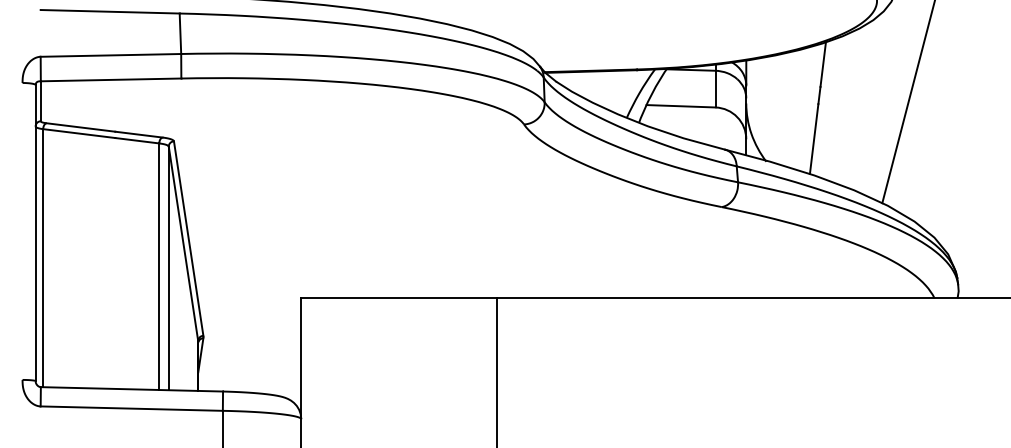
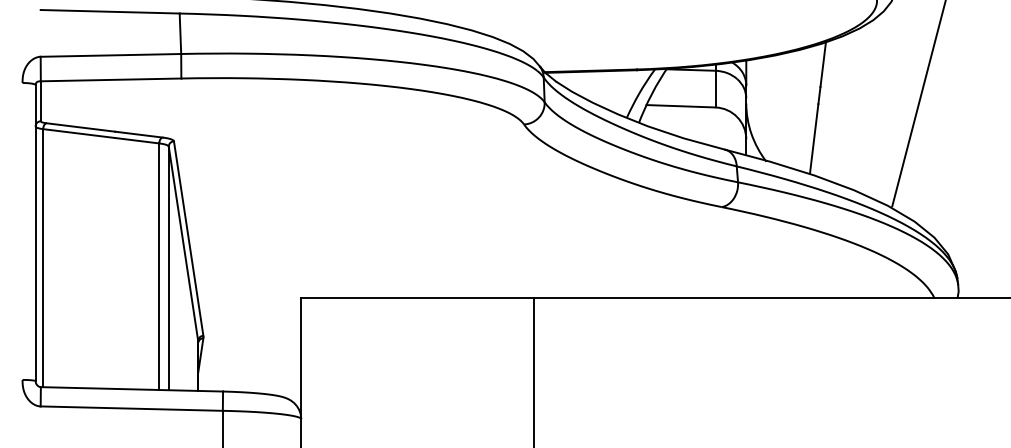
line at (908, 102) position: (908, 102) -> (918, 104)
line at (496, 371) position: (496, 371) -> (533, 371)
